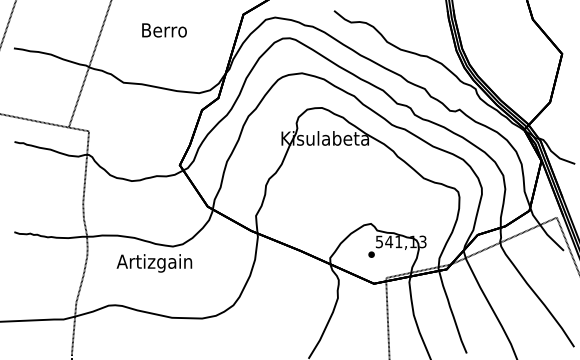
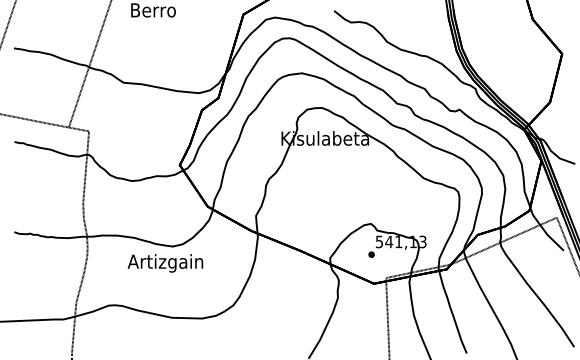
text at (164, 30) position: (164, 30) -> (153, 10)
text at (154, 263) position: (154, 263) -> (165, 263)
